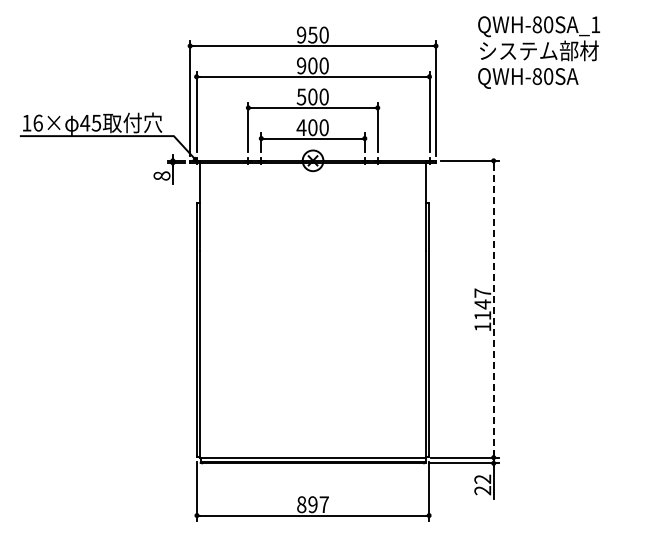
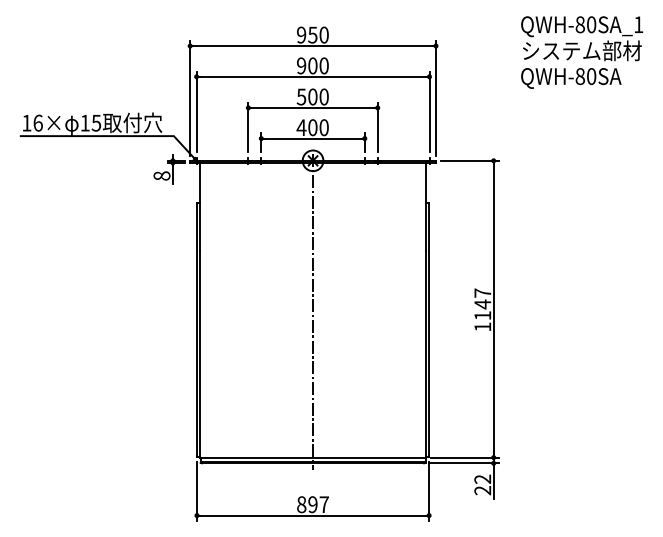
text at (539, 52) position: (539, 52) -> (582, 52)
text at (85, 123): 45 -> 15
line at (493, 309): dashed -> solid
line at (313, 311): none -> present
